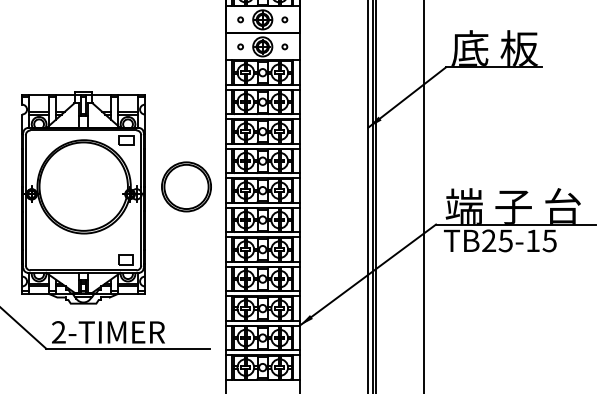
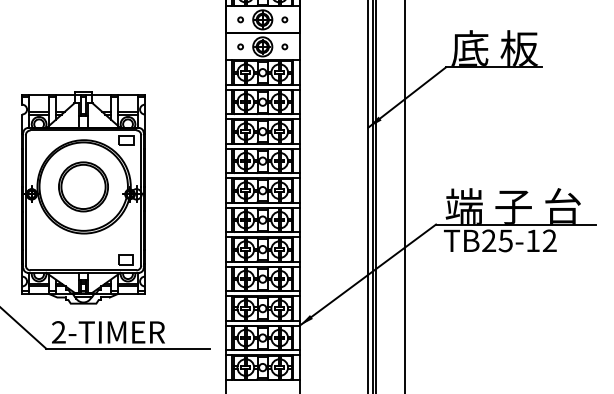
part at (186, 186) position: (186, 186) -> (83, 186)
line at (424, 196) position: (424, 196) -> (405, 196)
text at (549, 240): TB25-15 -> TB25-12
